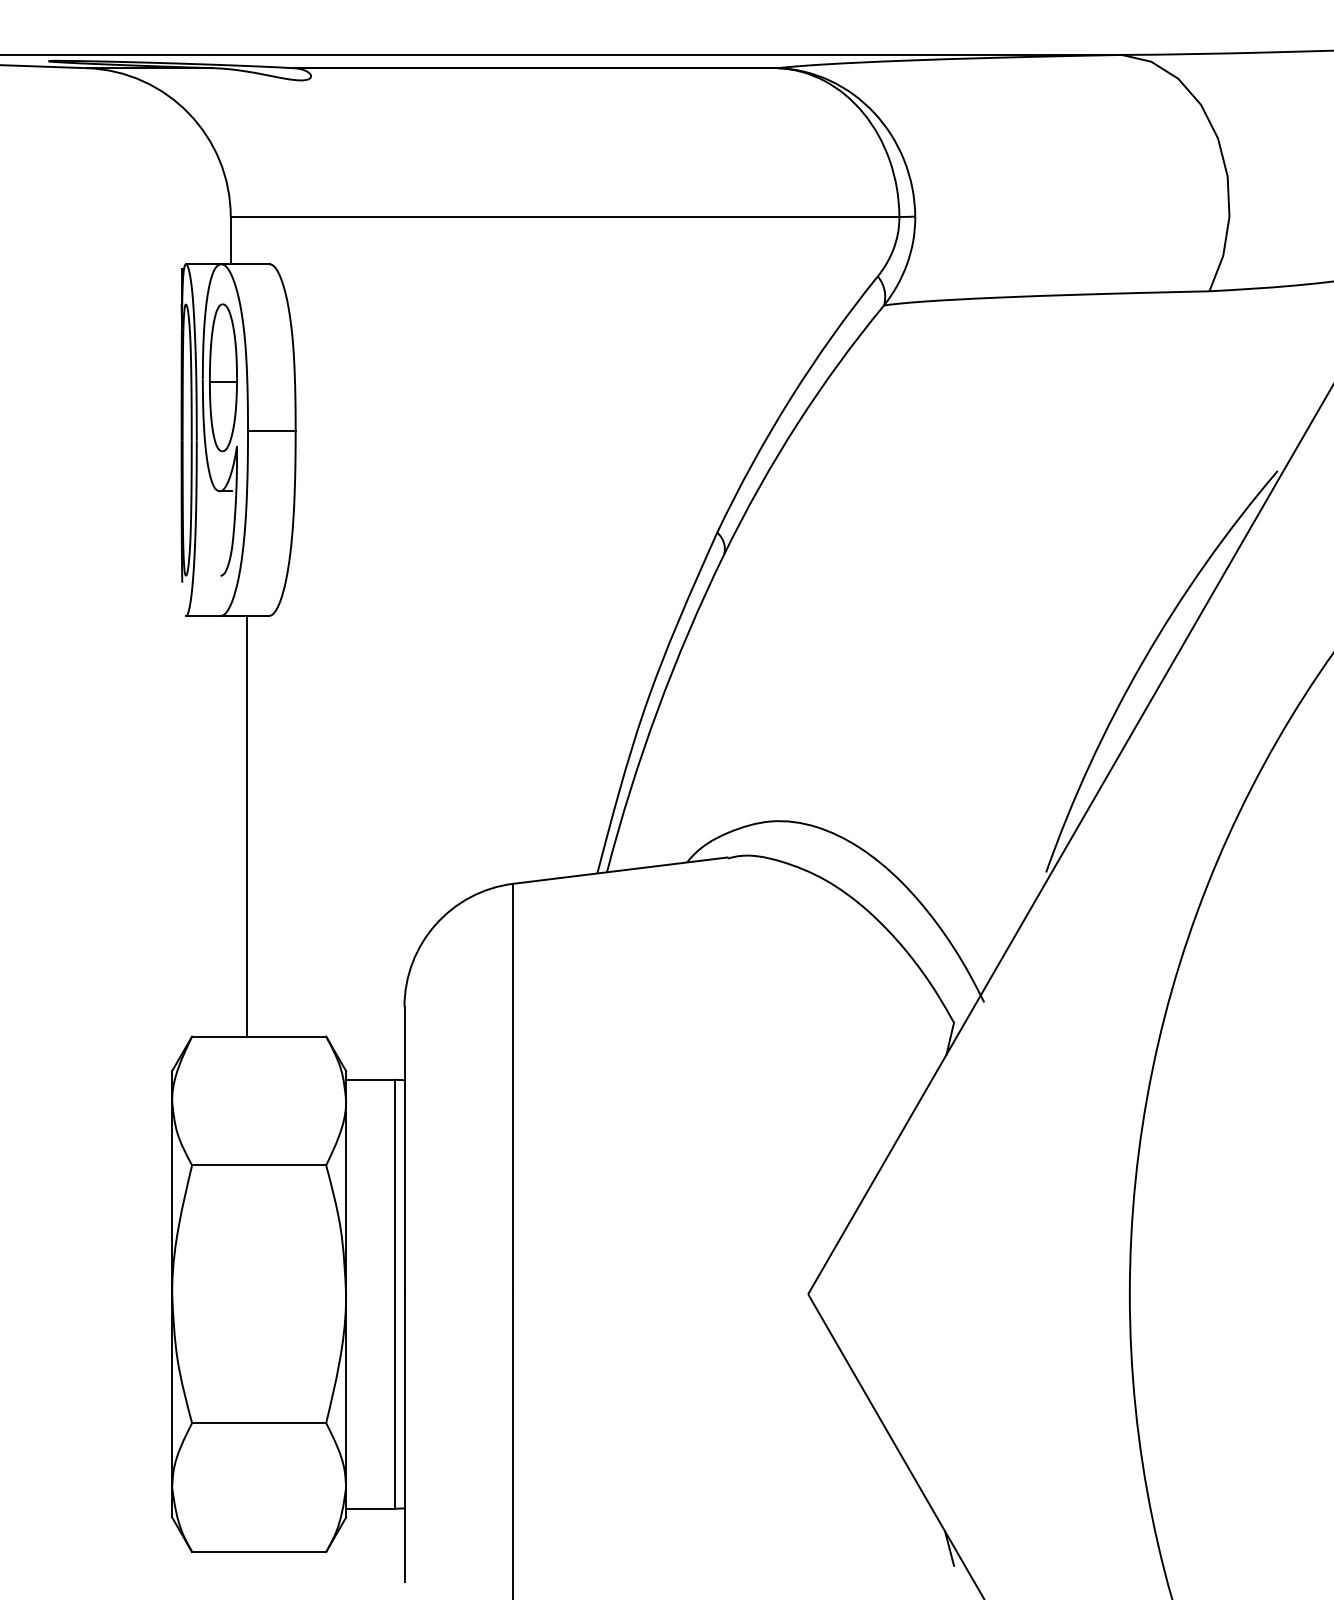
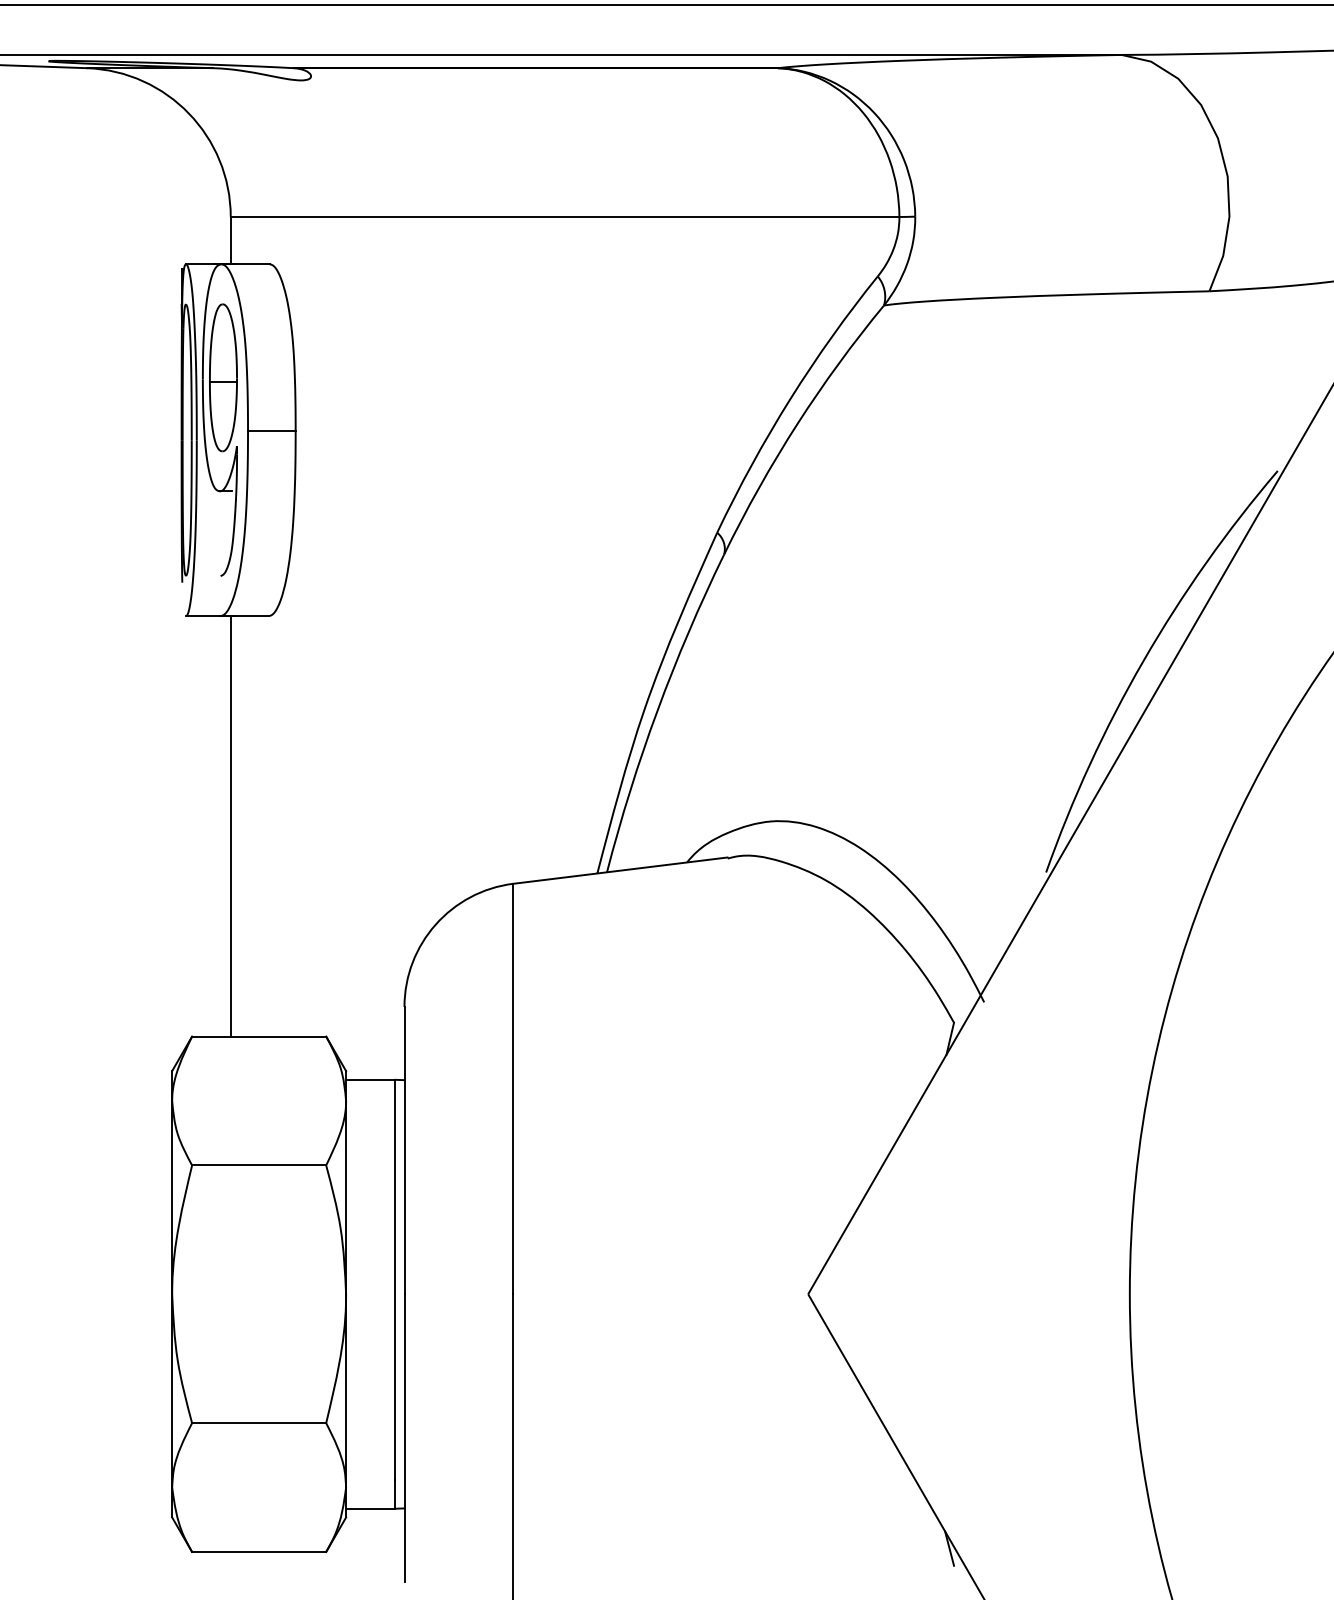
line at (666, 5): none -> present
line at (246, 826) position: (246, 826) -> (230, 826)
